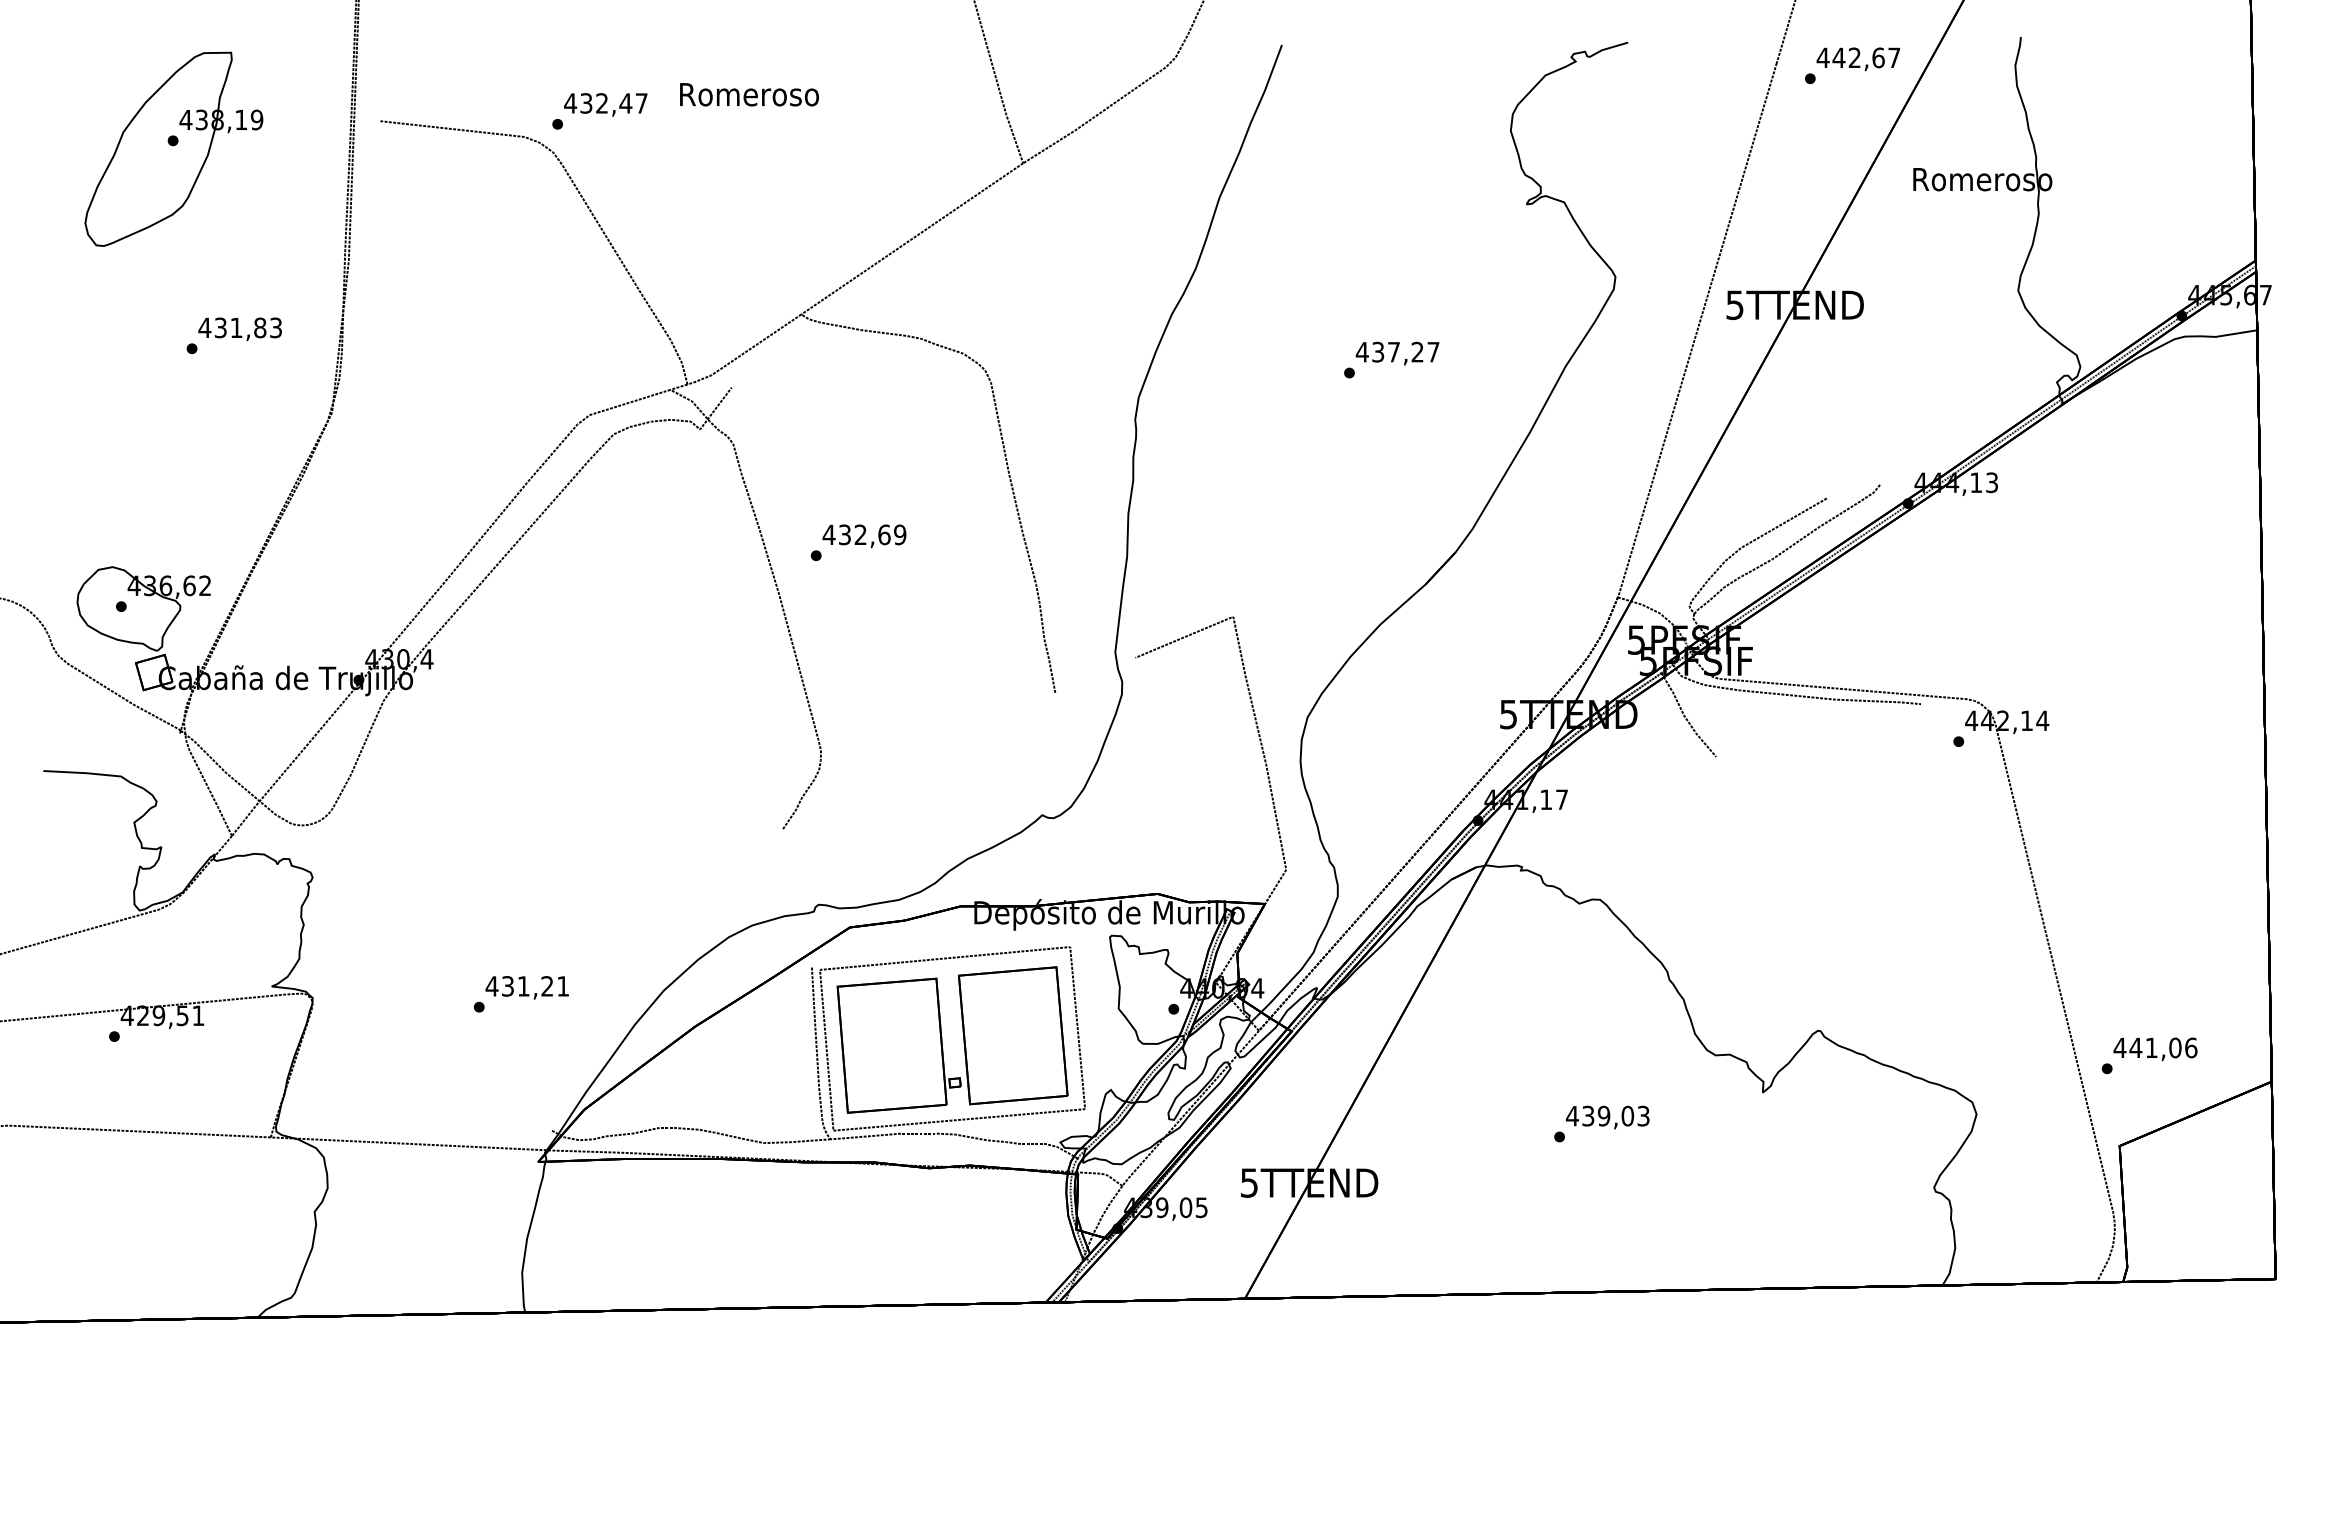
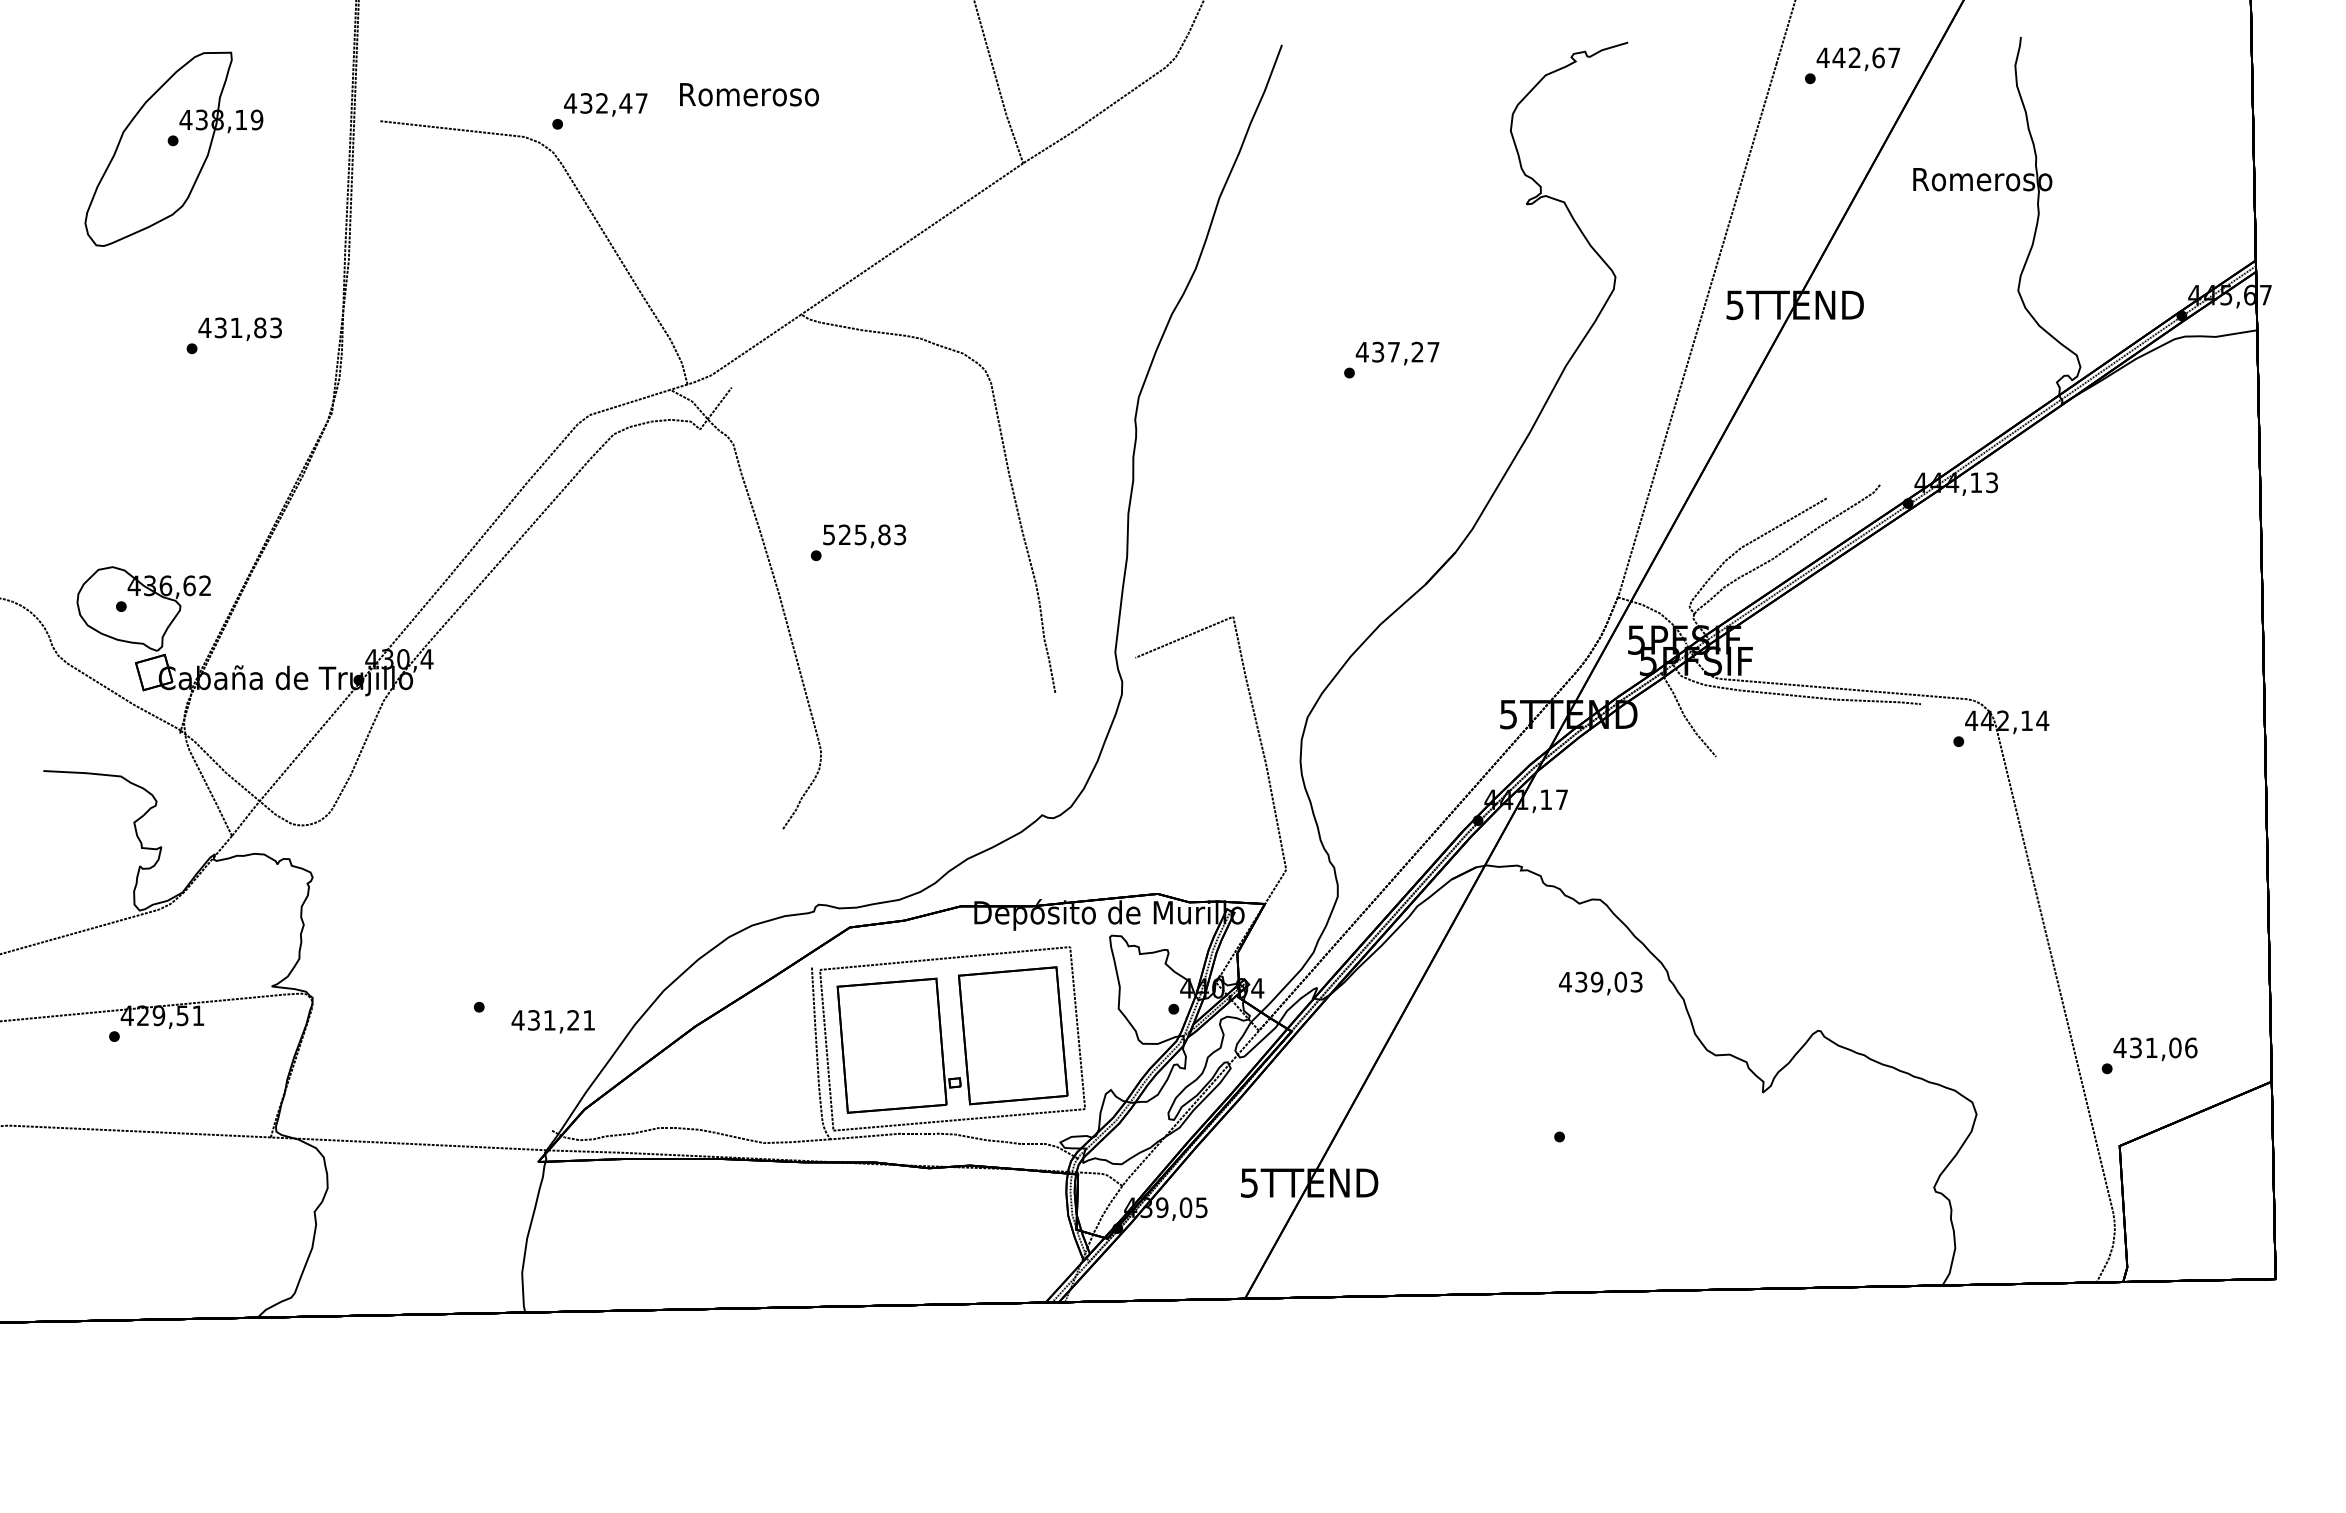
text at (864, 534): 432,69 -> 525,83
text at (526, 987) position: (526, 987) -> (552, 1021)
text at (2135, 1047): 441,06 -> 431,06
text at (1607, 1117) position: (1607, 1117) -> (1600, 983)
